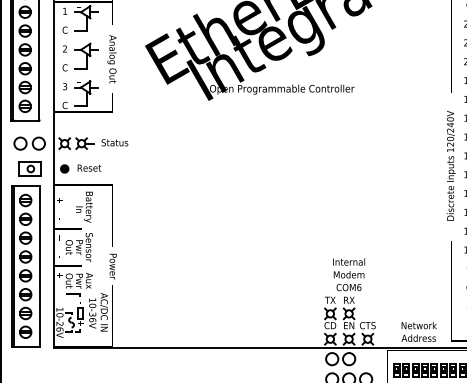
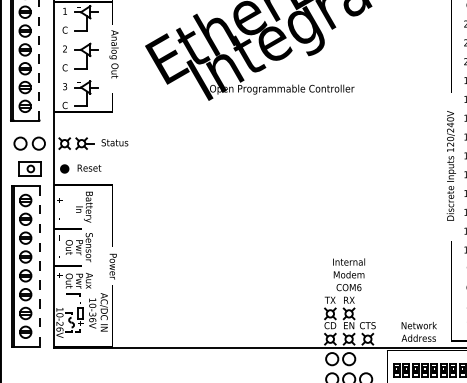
text at (111, 59) position: (111, 59) -> (113, 54)
line at (39, 60): solid -> dashed
line at (39, 266): solid -> dashed
